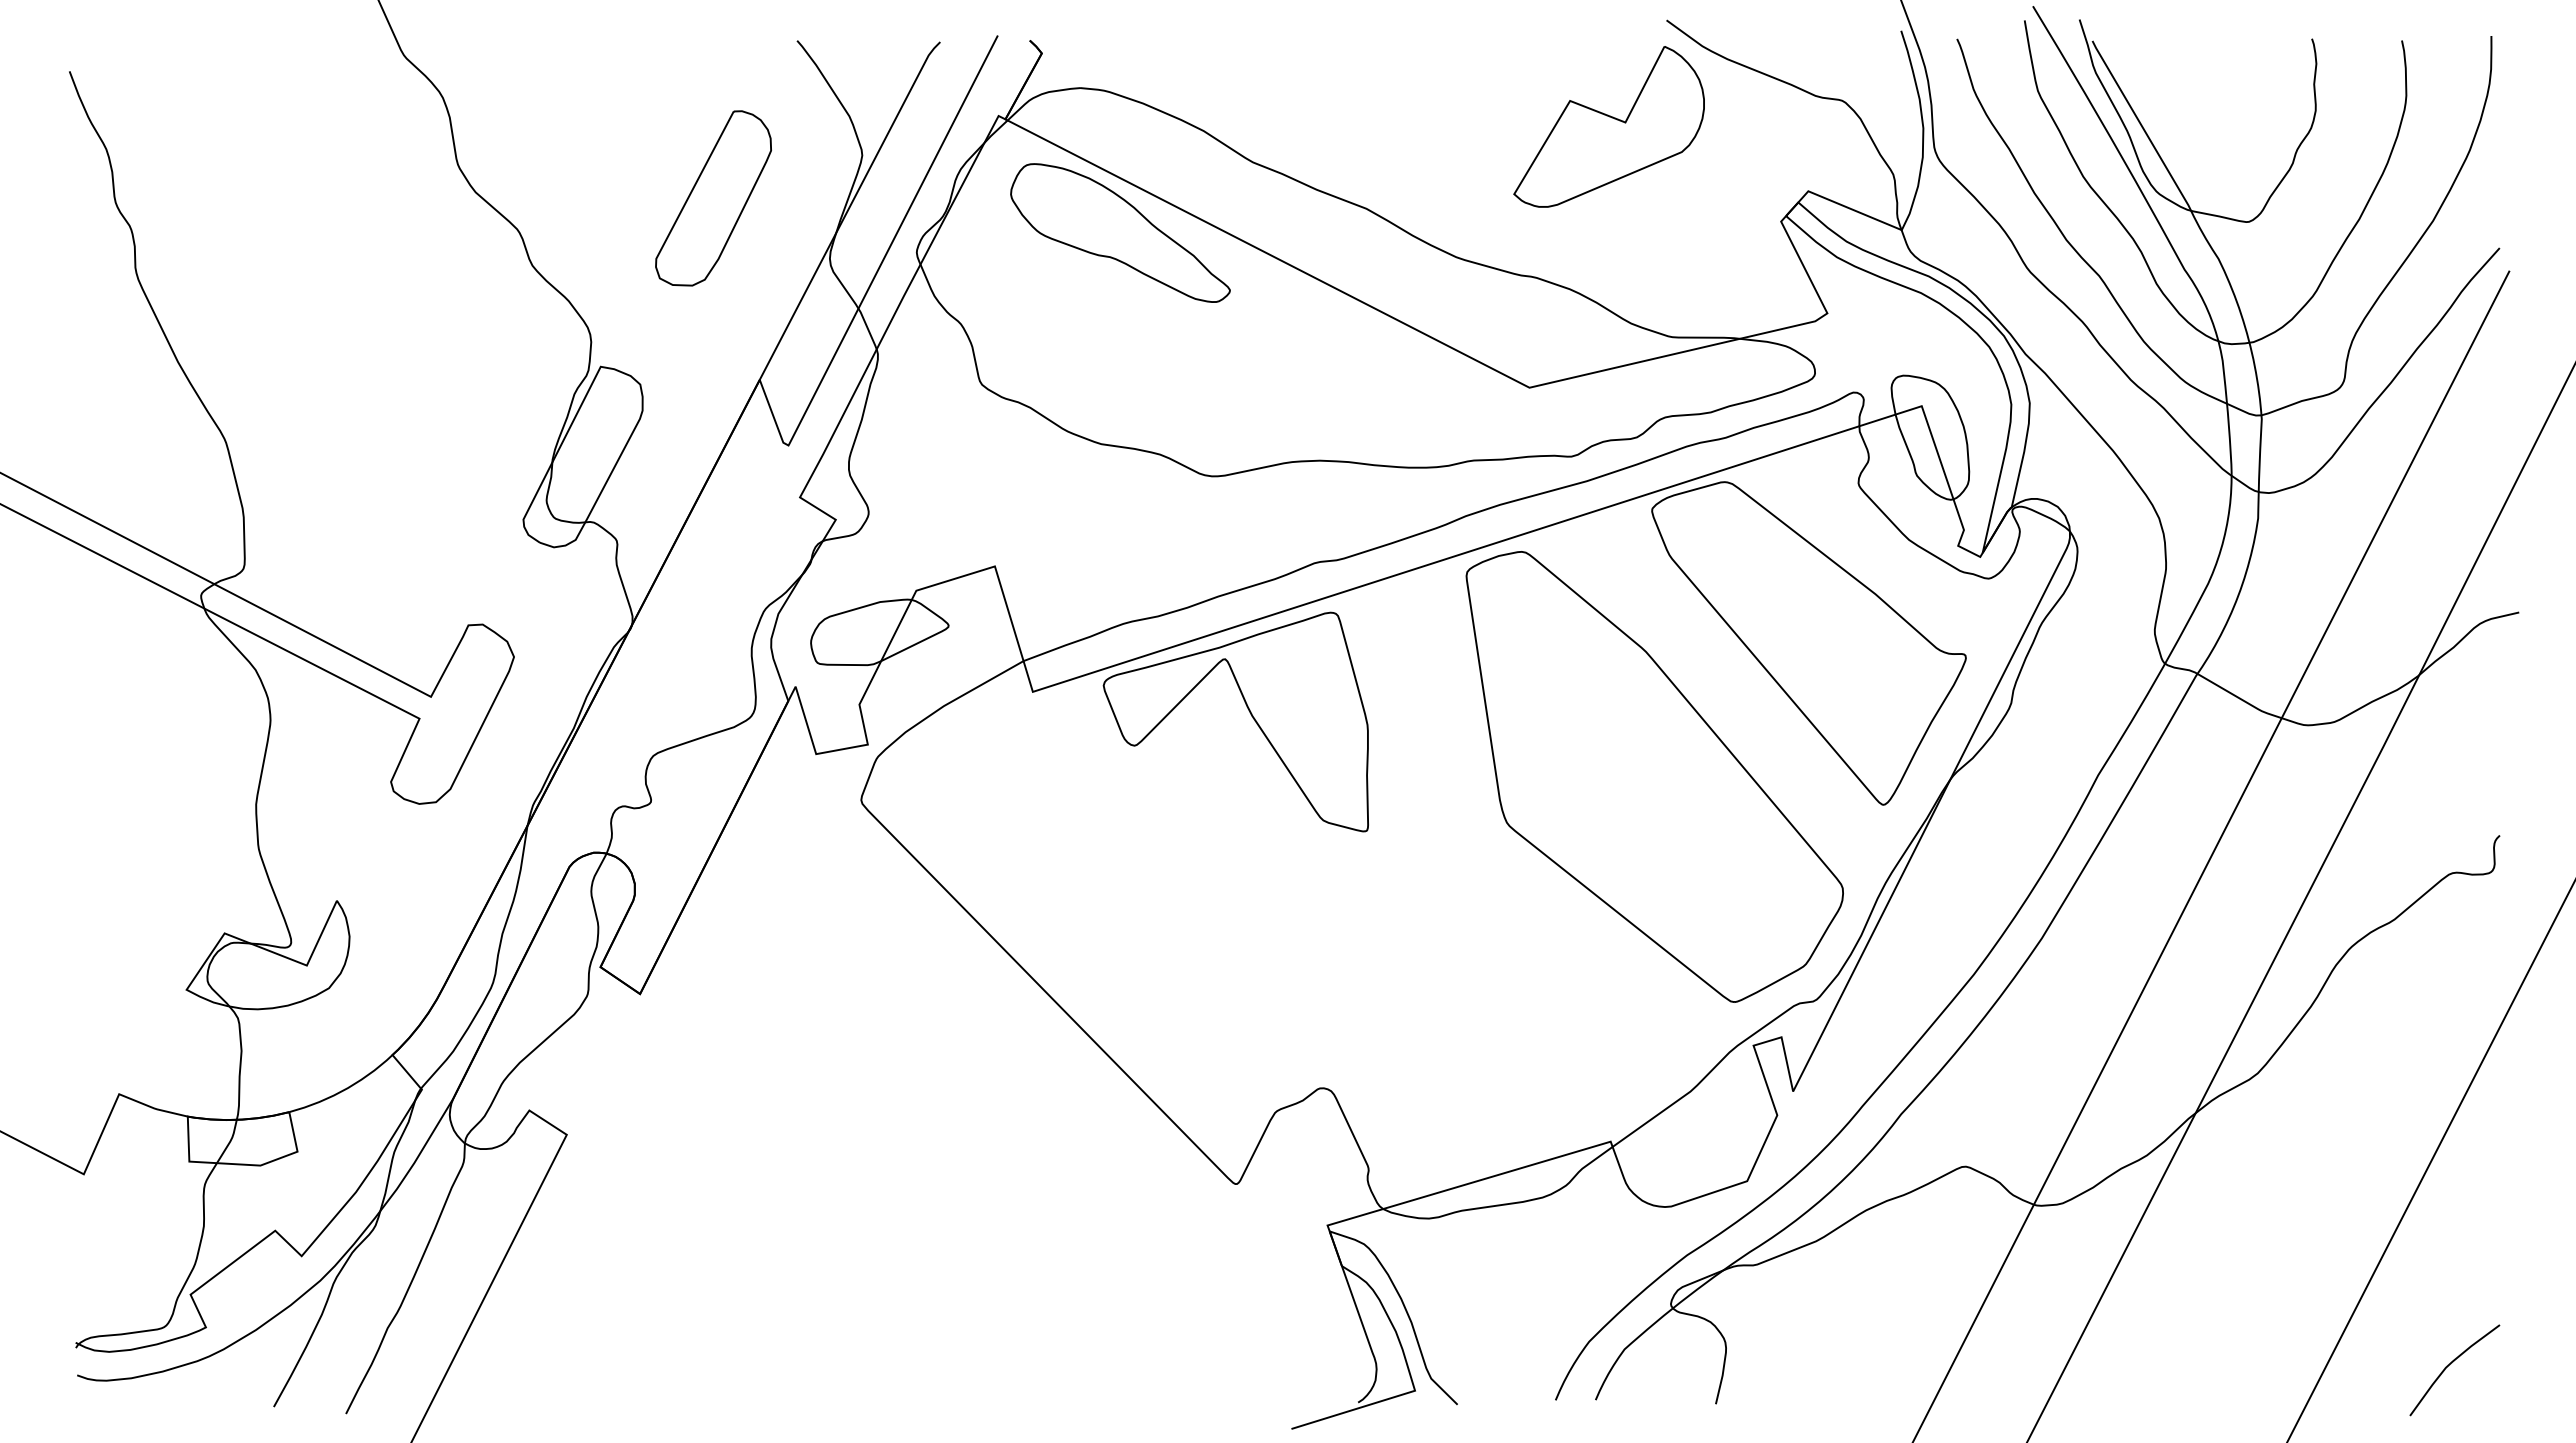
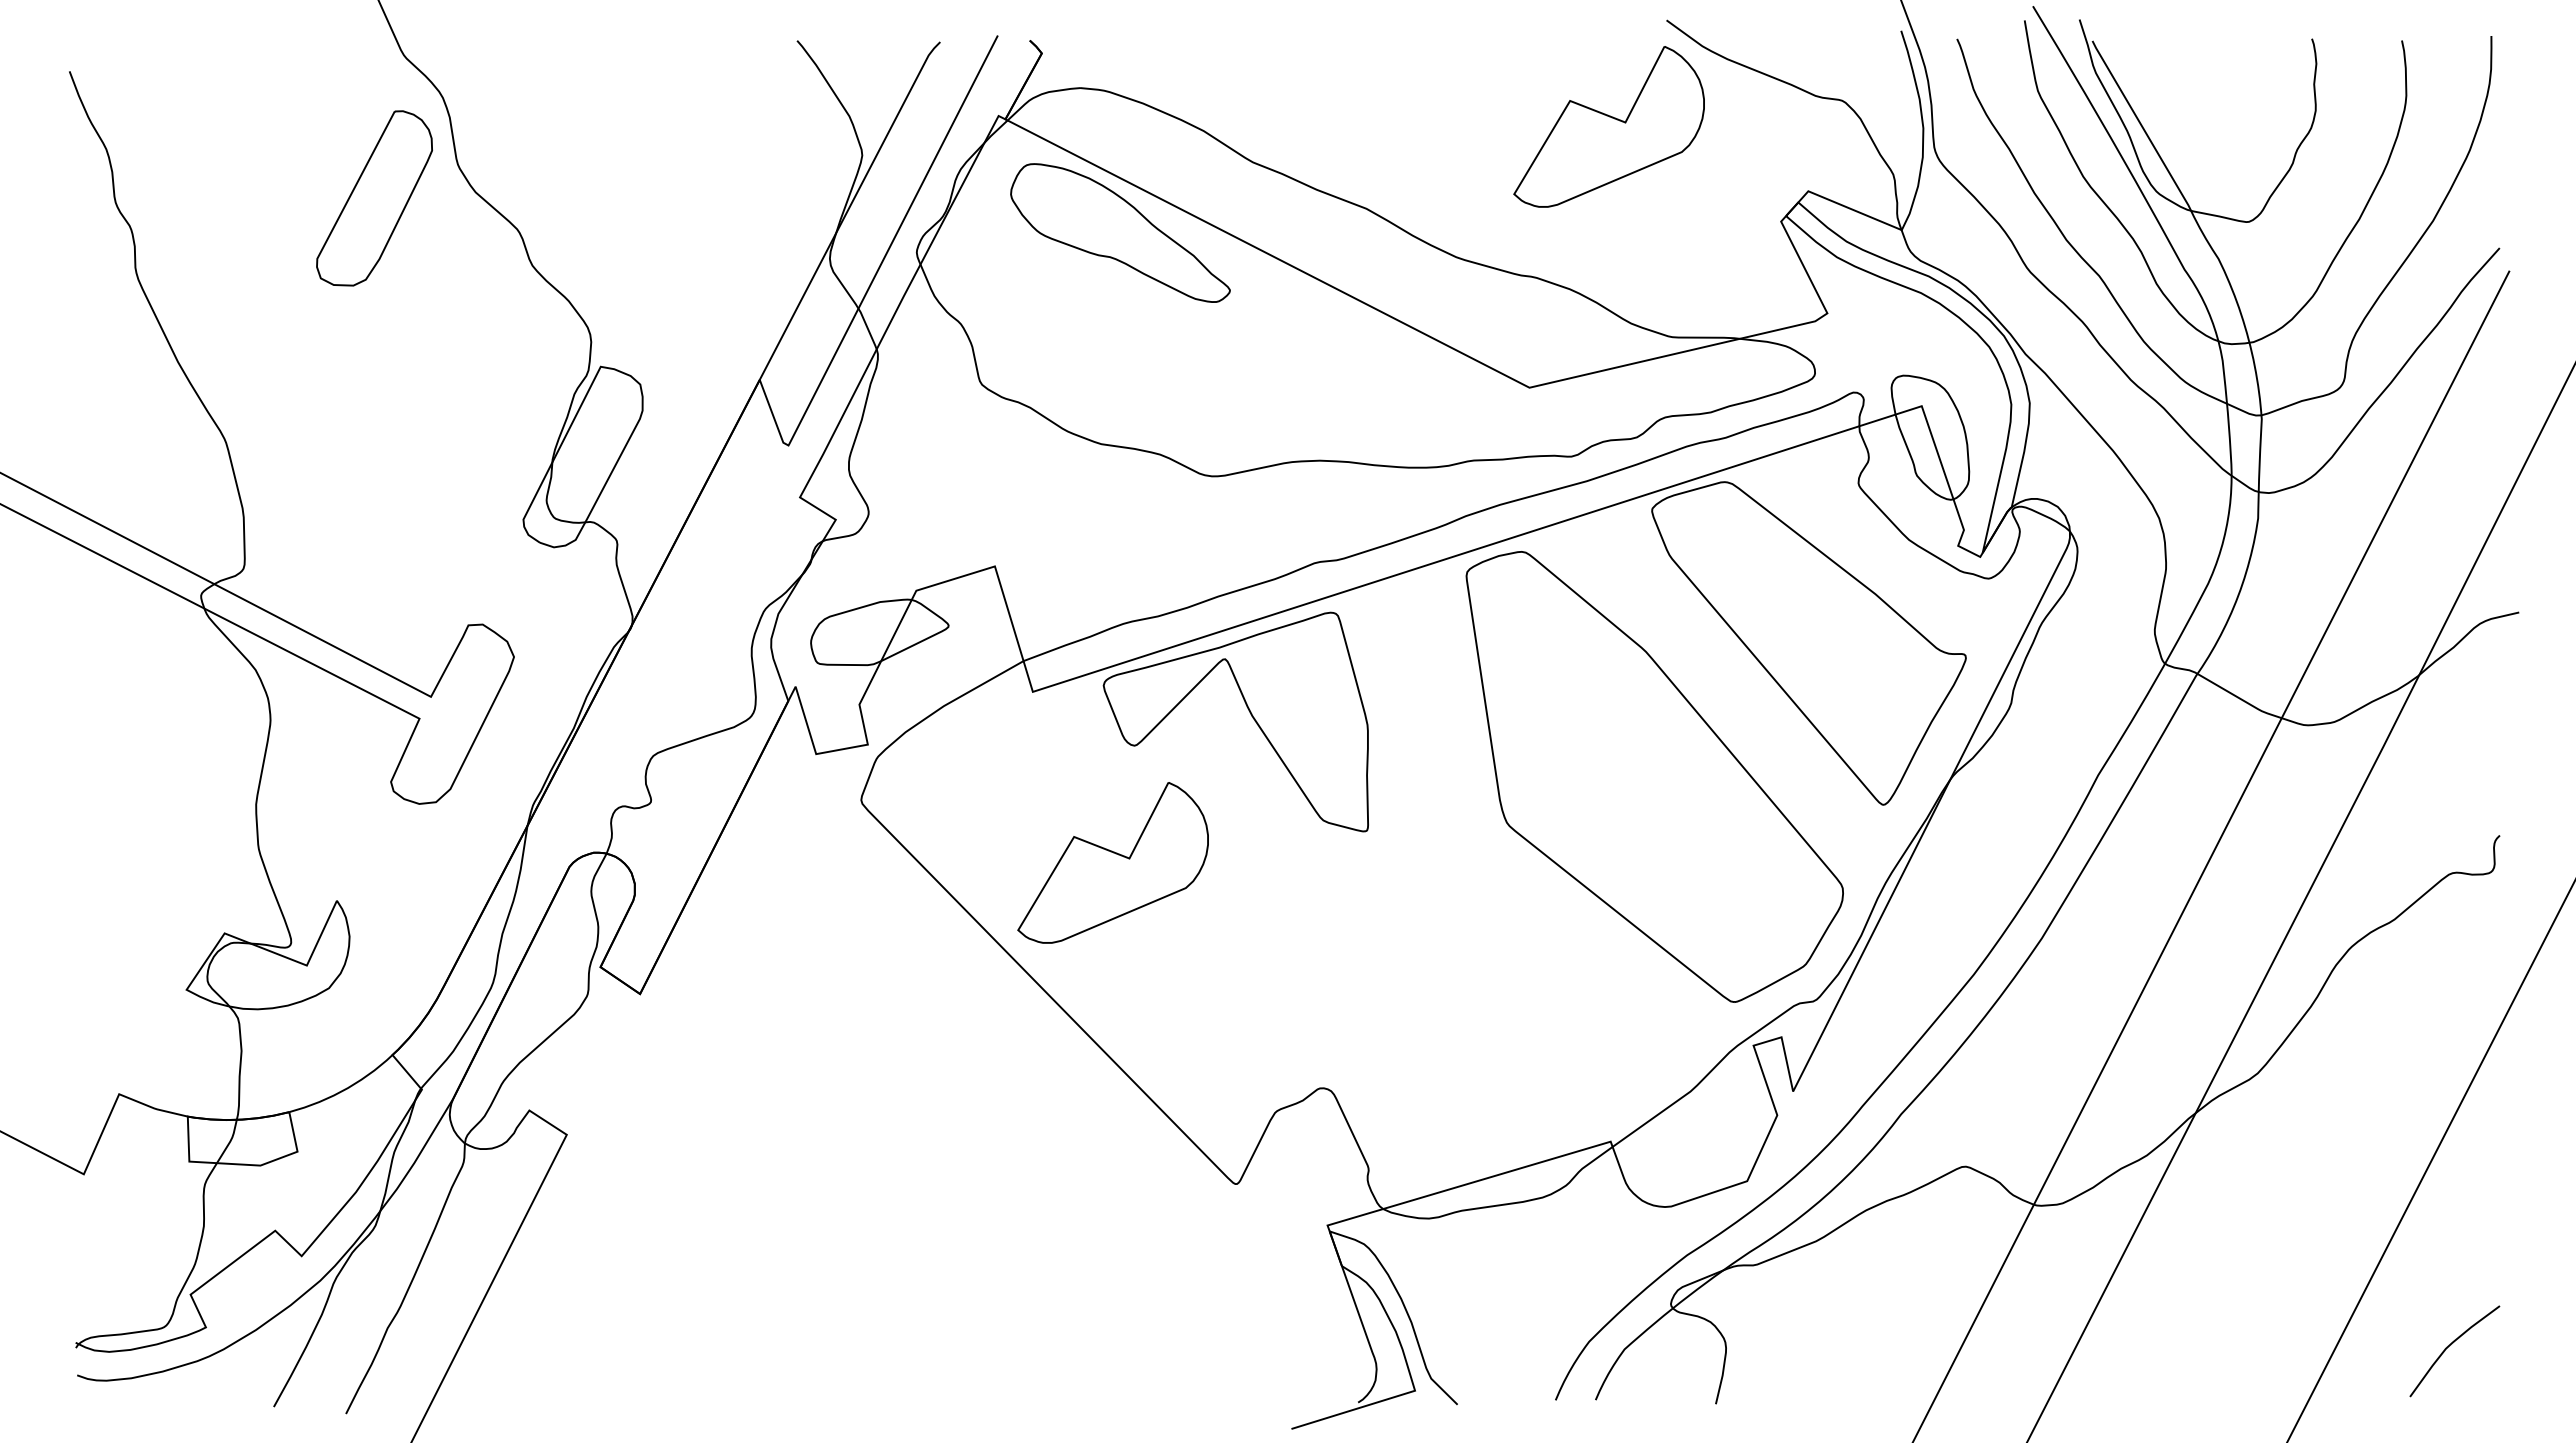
part at (713, 198) position: (713, 198) -> (374, 198)
part at (1112, 862): none -> present
curve at (2449, 1365) position: (2449, 1365) -> (2449, 1346)
